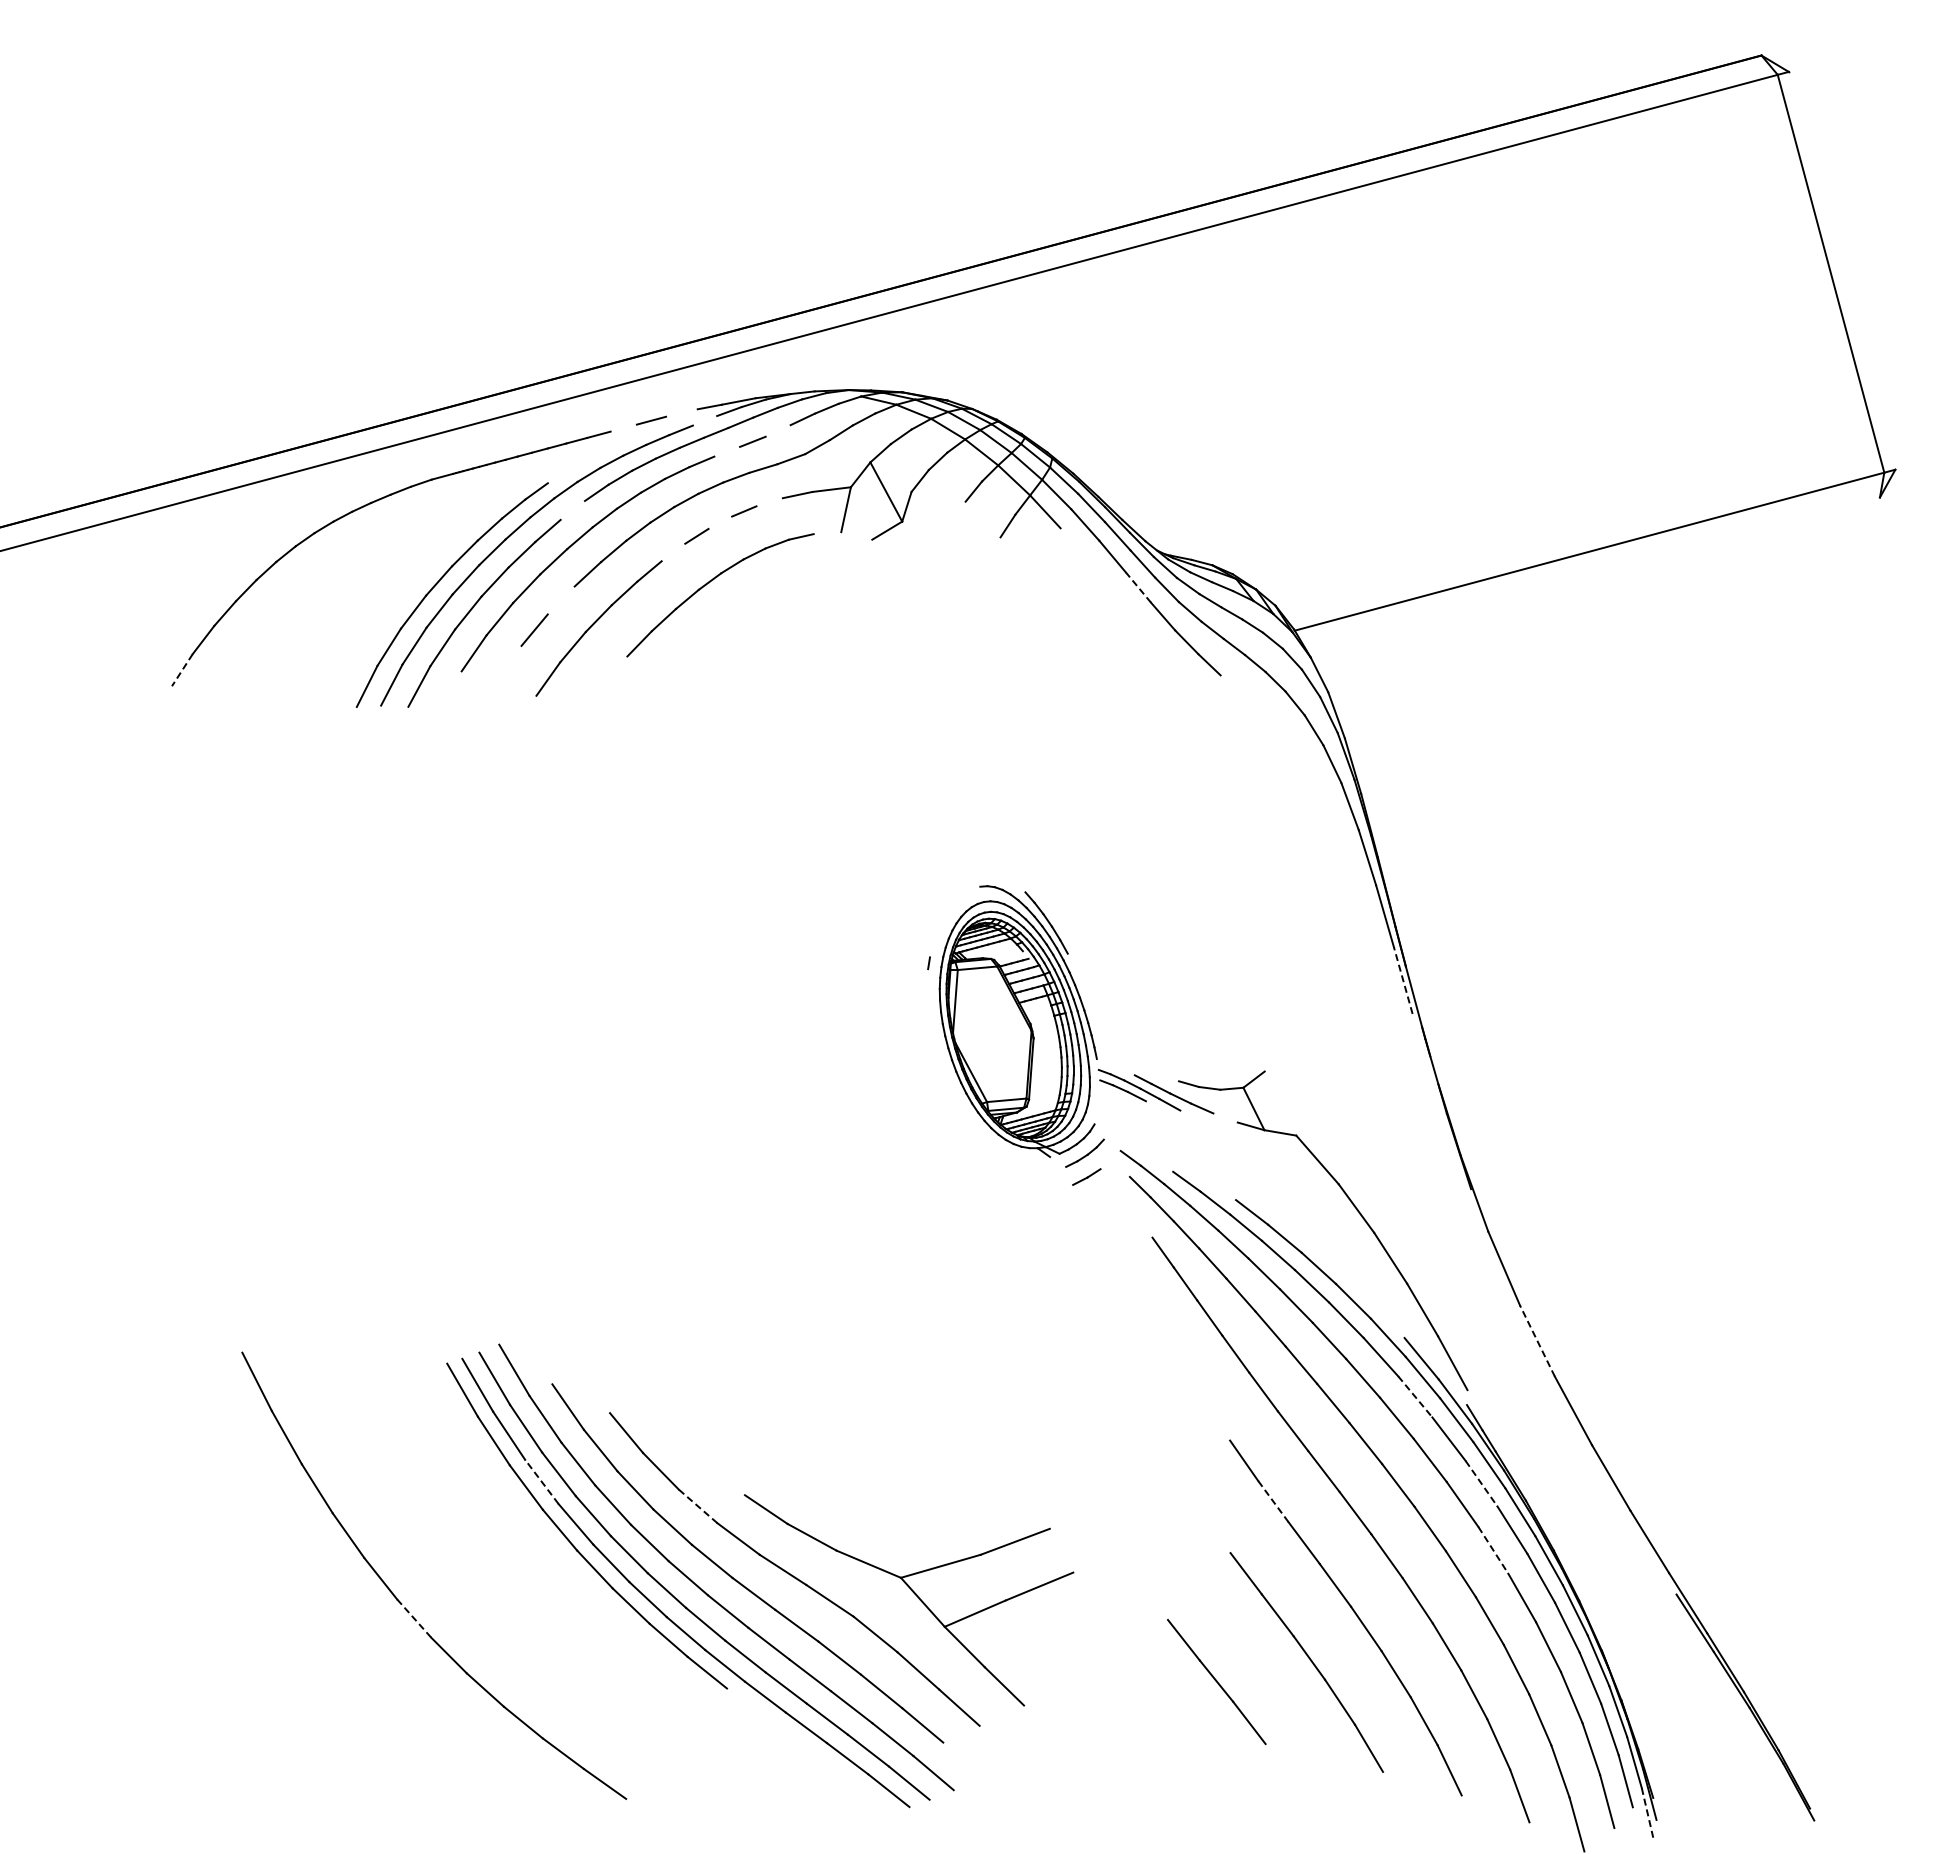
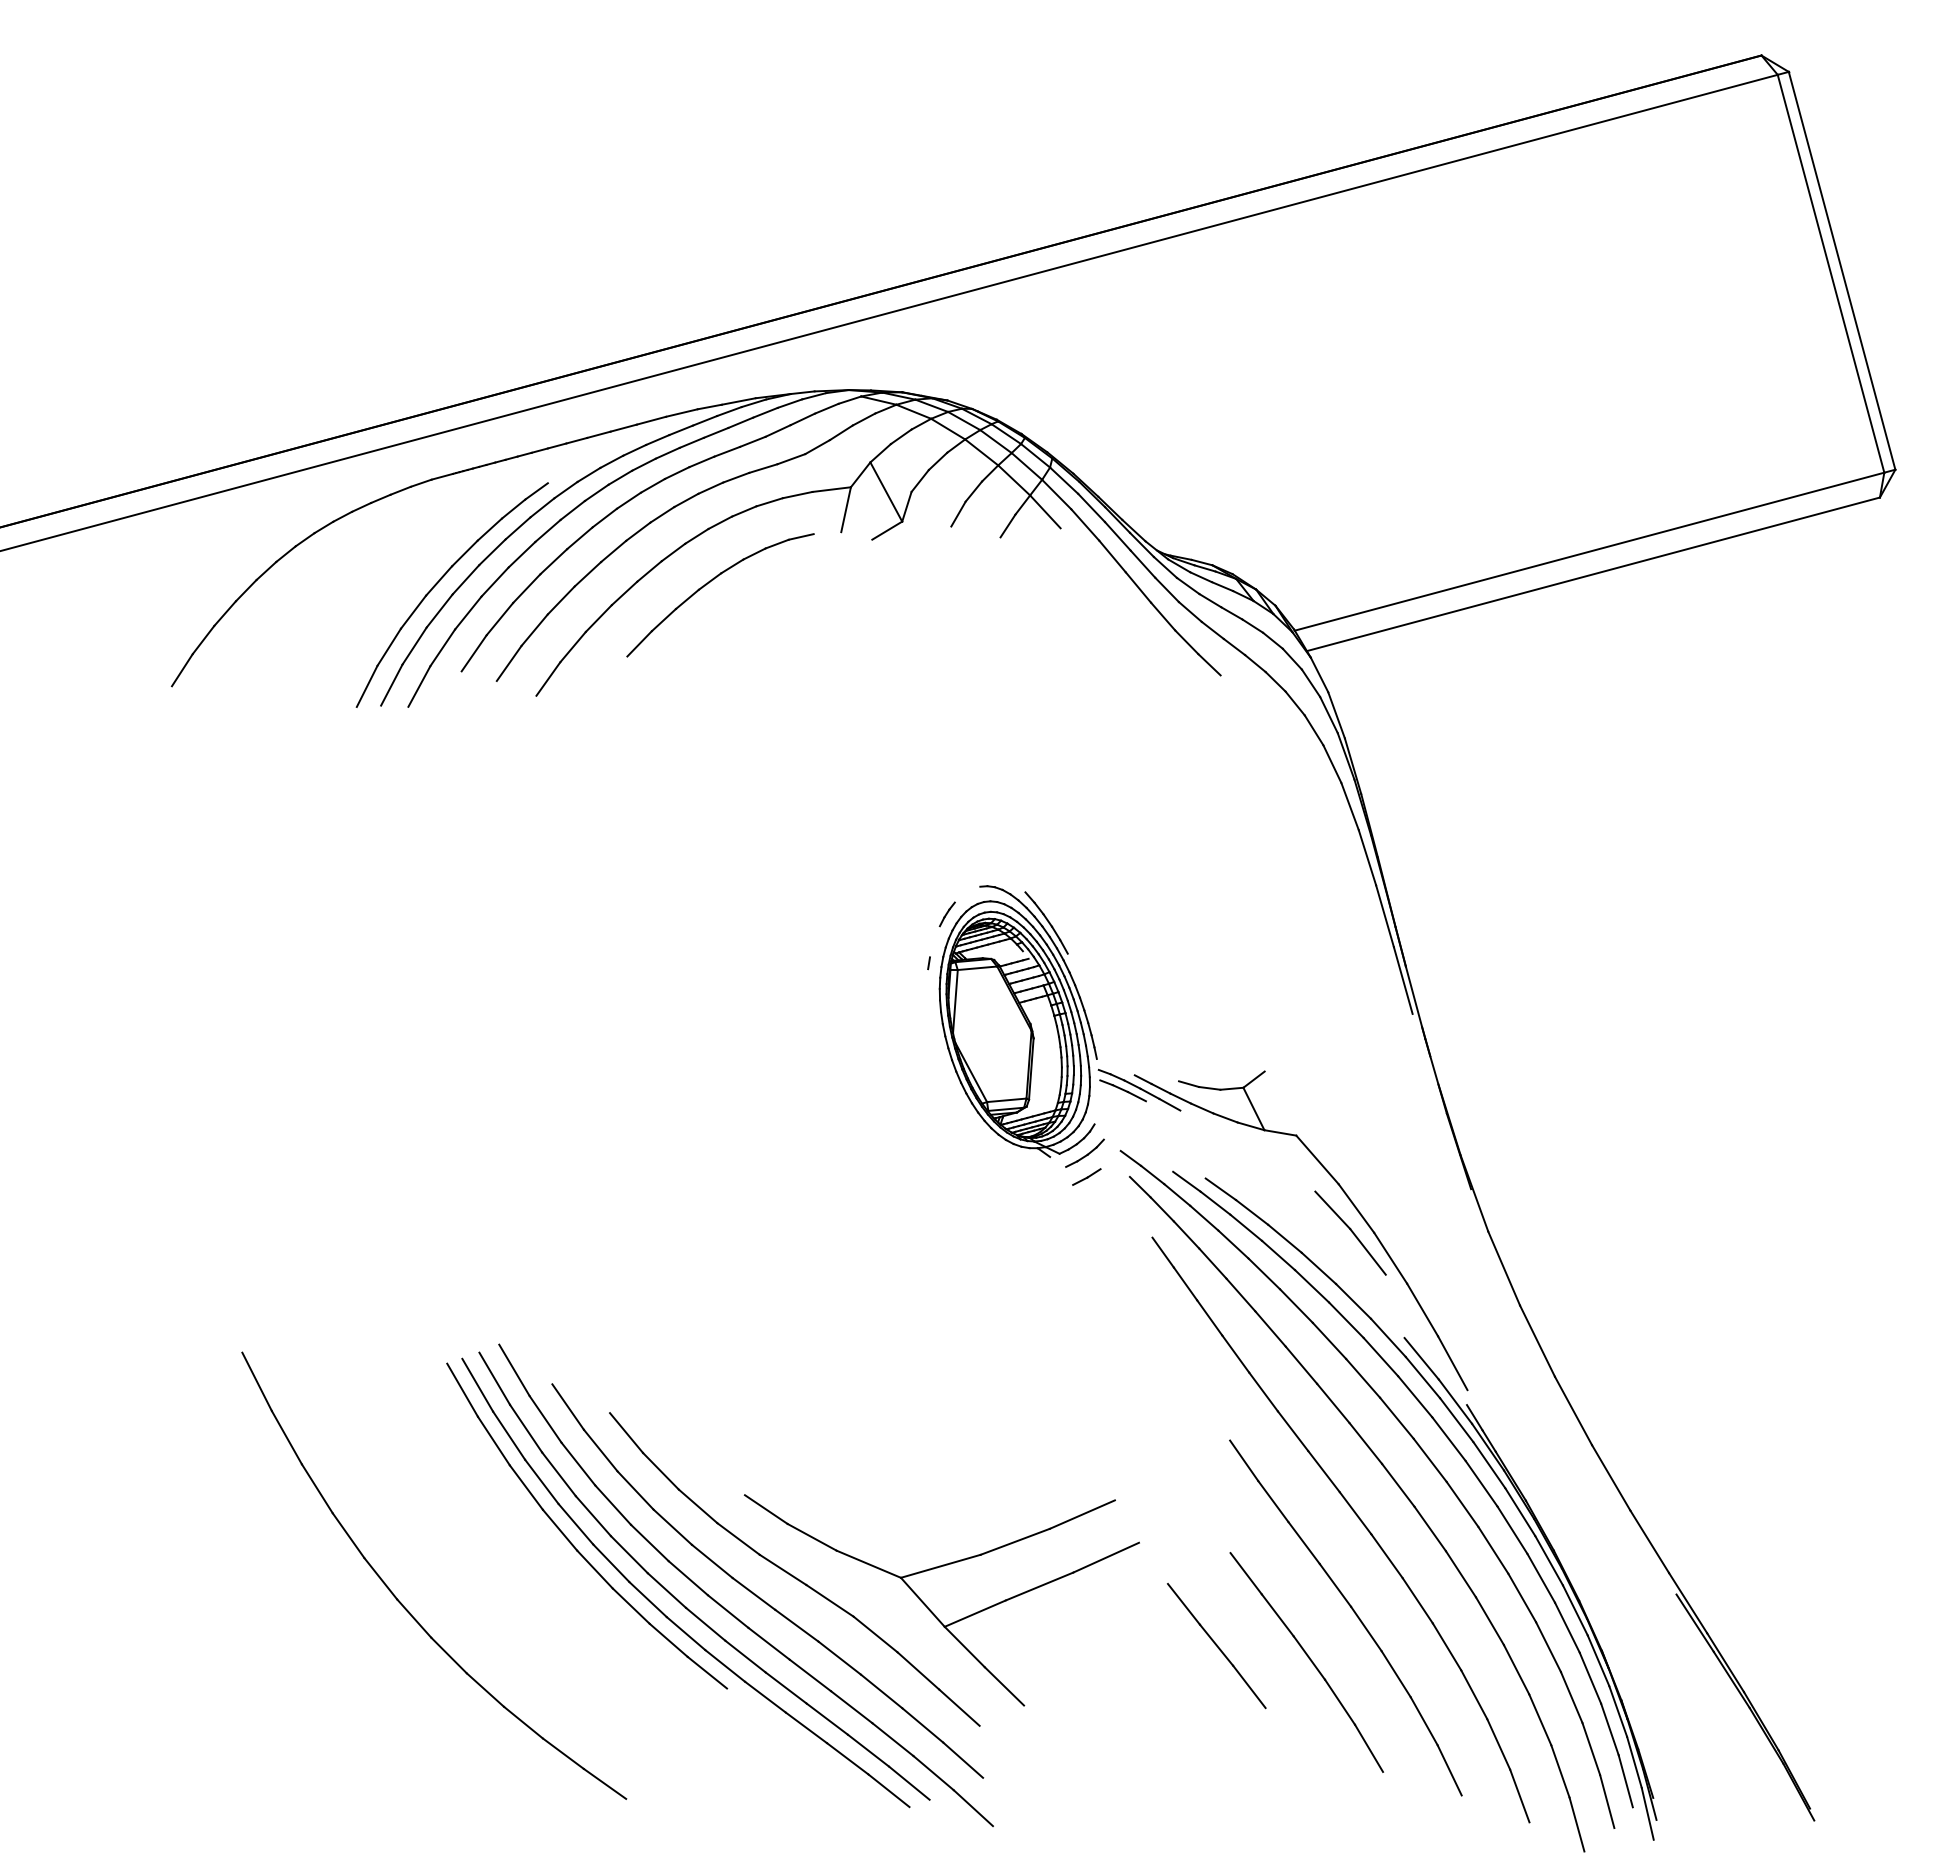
line at (1841, 270): none -> present
line at (681, 412): none -> present
line at (704, 420): none -> present
line at (623, 427): none -> present
line at (777, 430): none -> present
line at (727, 451): none -> present
line at (769, 502): none -> present
line at (572, 509): none -> present
line at (958, 513): none -> present
line at (720, 522): none -> present
line at (673, 552): none -> present
line at (1592, 574): none -> present
line at (1138, 587): dashed -> solid
line at (560, 600): none -> present
line at (508, 663): none -> present
line at (182, 670): dashed -> solid
line at (946, 914): none -> present
line at (1403, 980): dashed -> solid
line at (1225, 1117): none -> present
line at (1220, 1189): none -> present
part at (1350, 1232): none -> present
line at (1537, 1341): dashed -> solid
line at (1415, 1396): dashed -> solid
line at (541, 1481): dashed -> solid
line at (1481, 1483): dashed -> solid
line at (1273, 1502): dashed -> solid
line at (698, 1506): dashed -> solid
line at (1081, 1514): none -> present
line at (1493, 1550): dashed -> solid
line at (1106, 1557): none -> present
line at (414, 1618): dashed -> solid
line at (1216, 1682) position: (1216, 1682) -> (1216, 1646)
line at (963, 1759): none -> present
line at (972, 1808): none -> present
line at (1647, 1813): dashed -> solid
